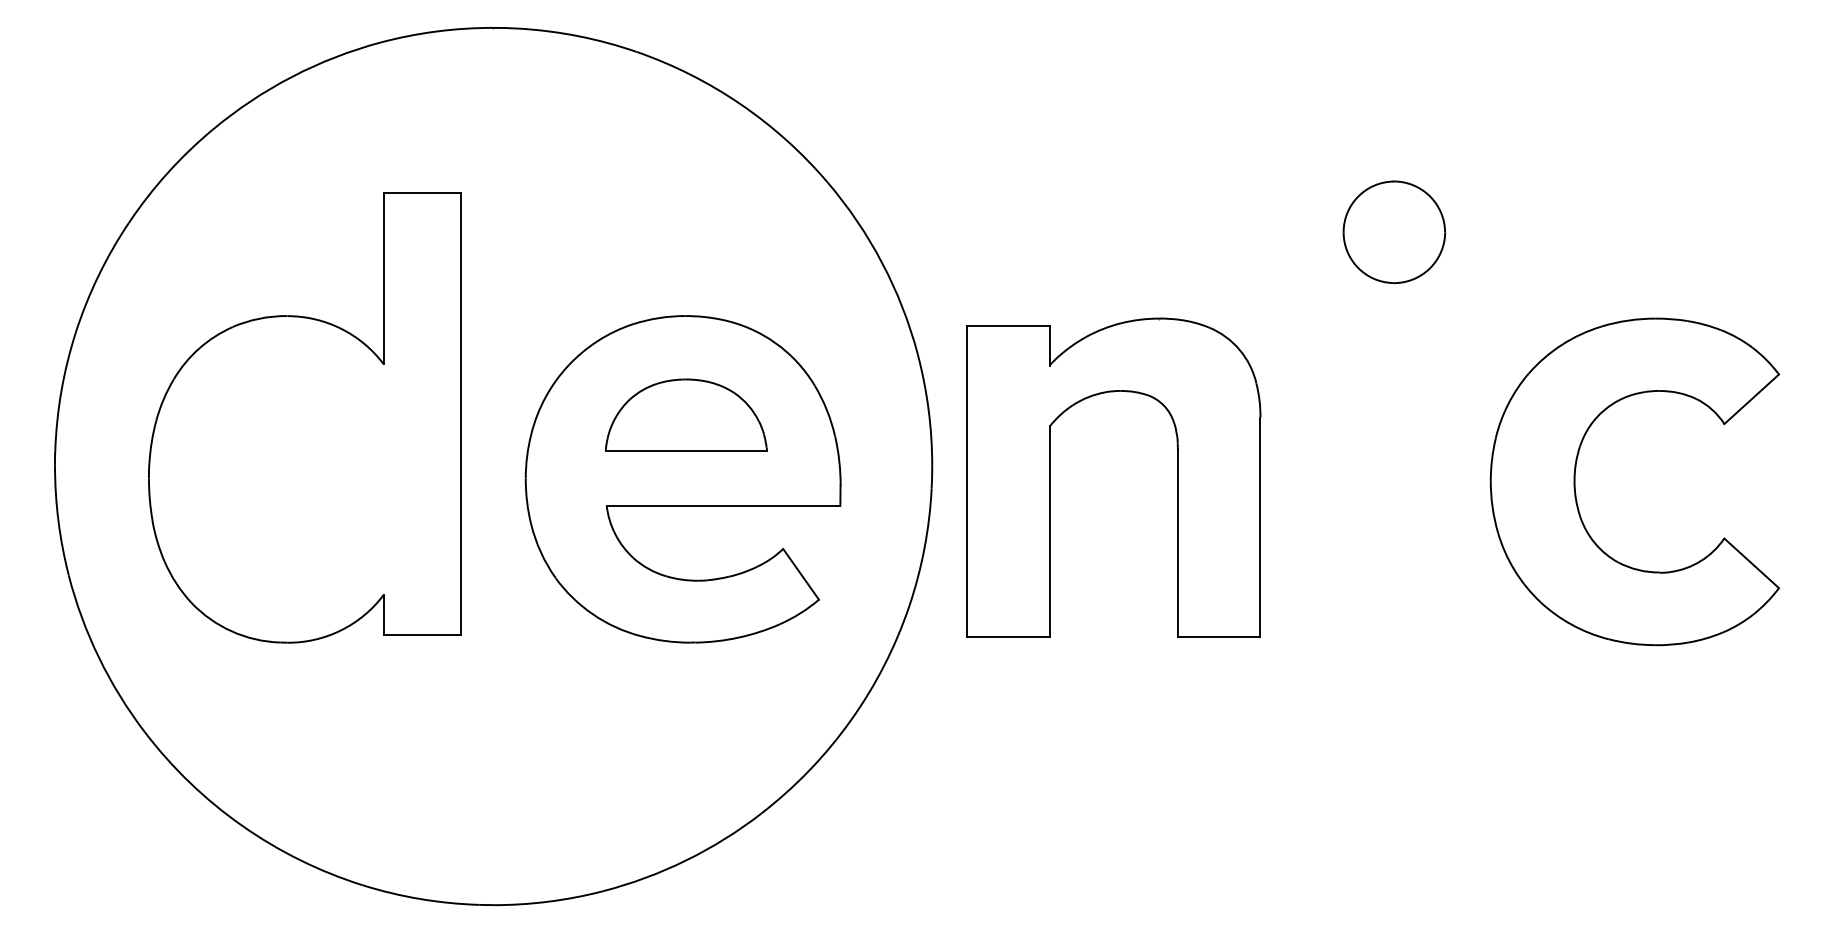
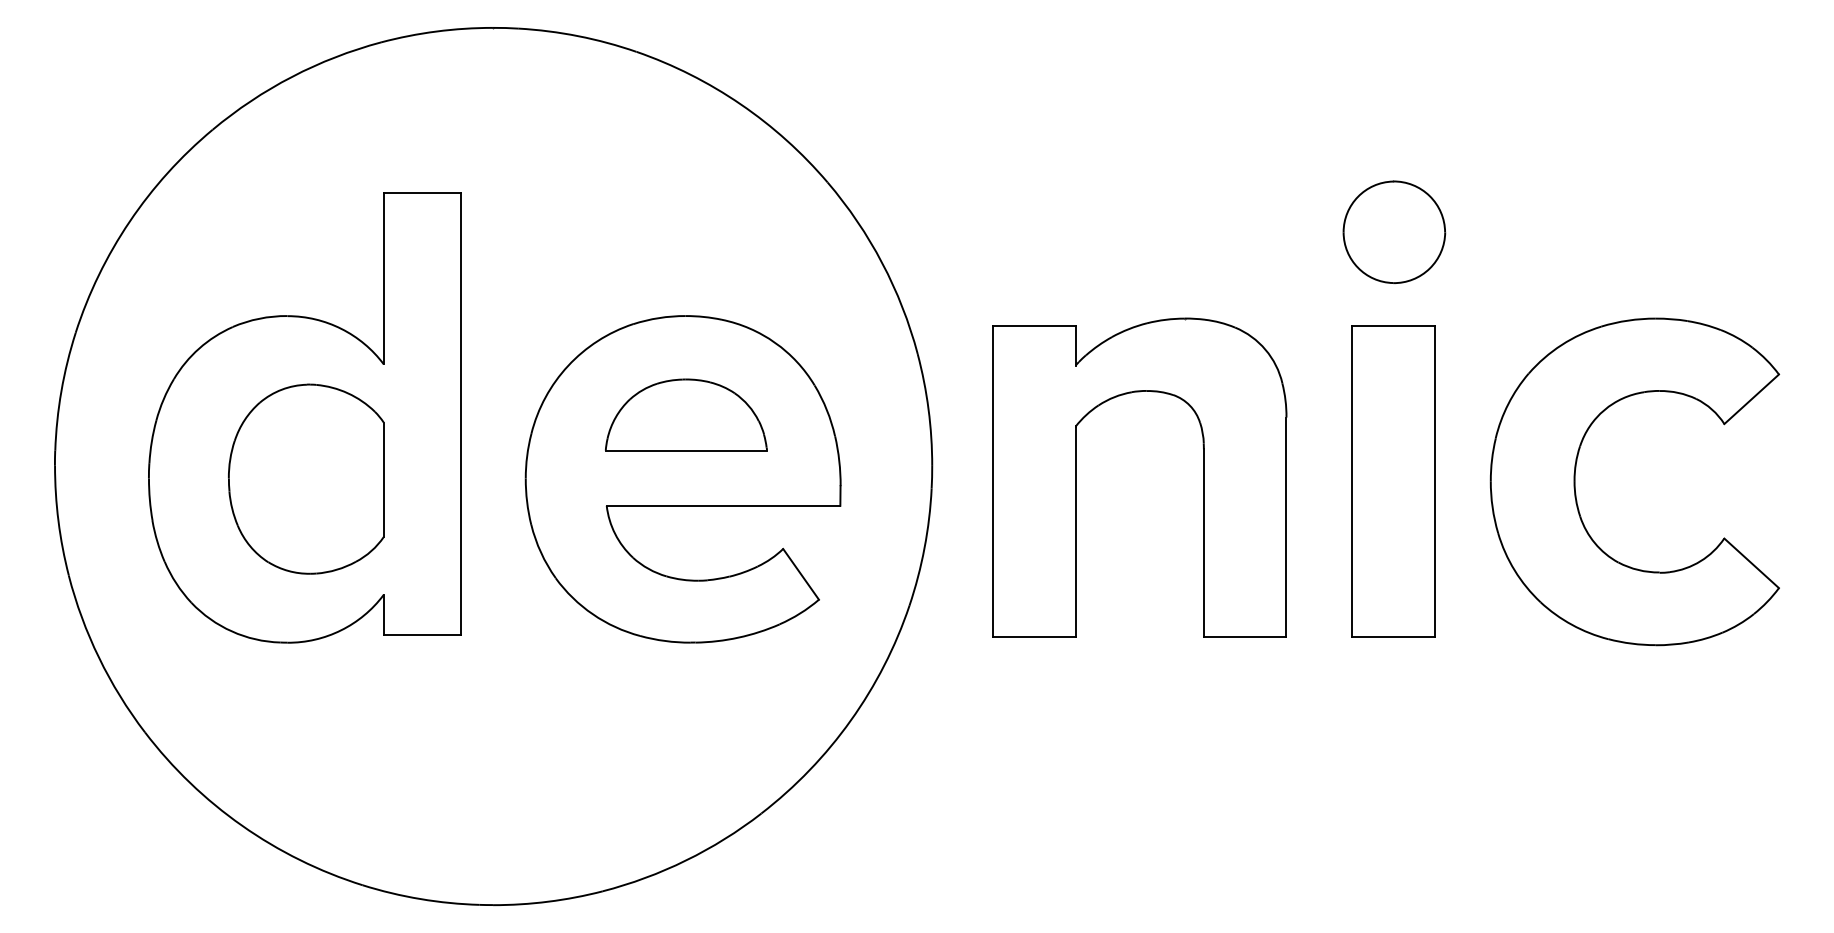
part at (1050, 477) position: (1050, 477) -> (1076, 477)
part at (306, 478): none -> present
part at (1393, 481): none -> present
